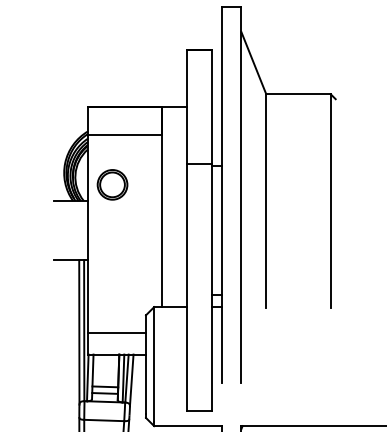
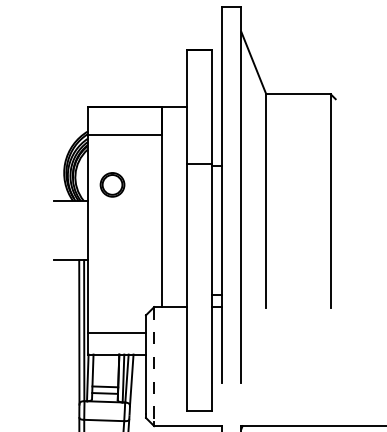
part at (112, 184) size: 33x32 px -> 27x26 px
line at (154, 364): solid -> dashed
